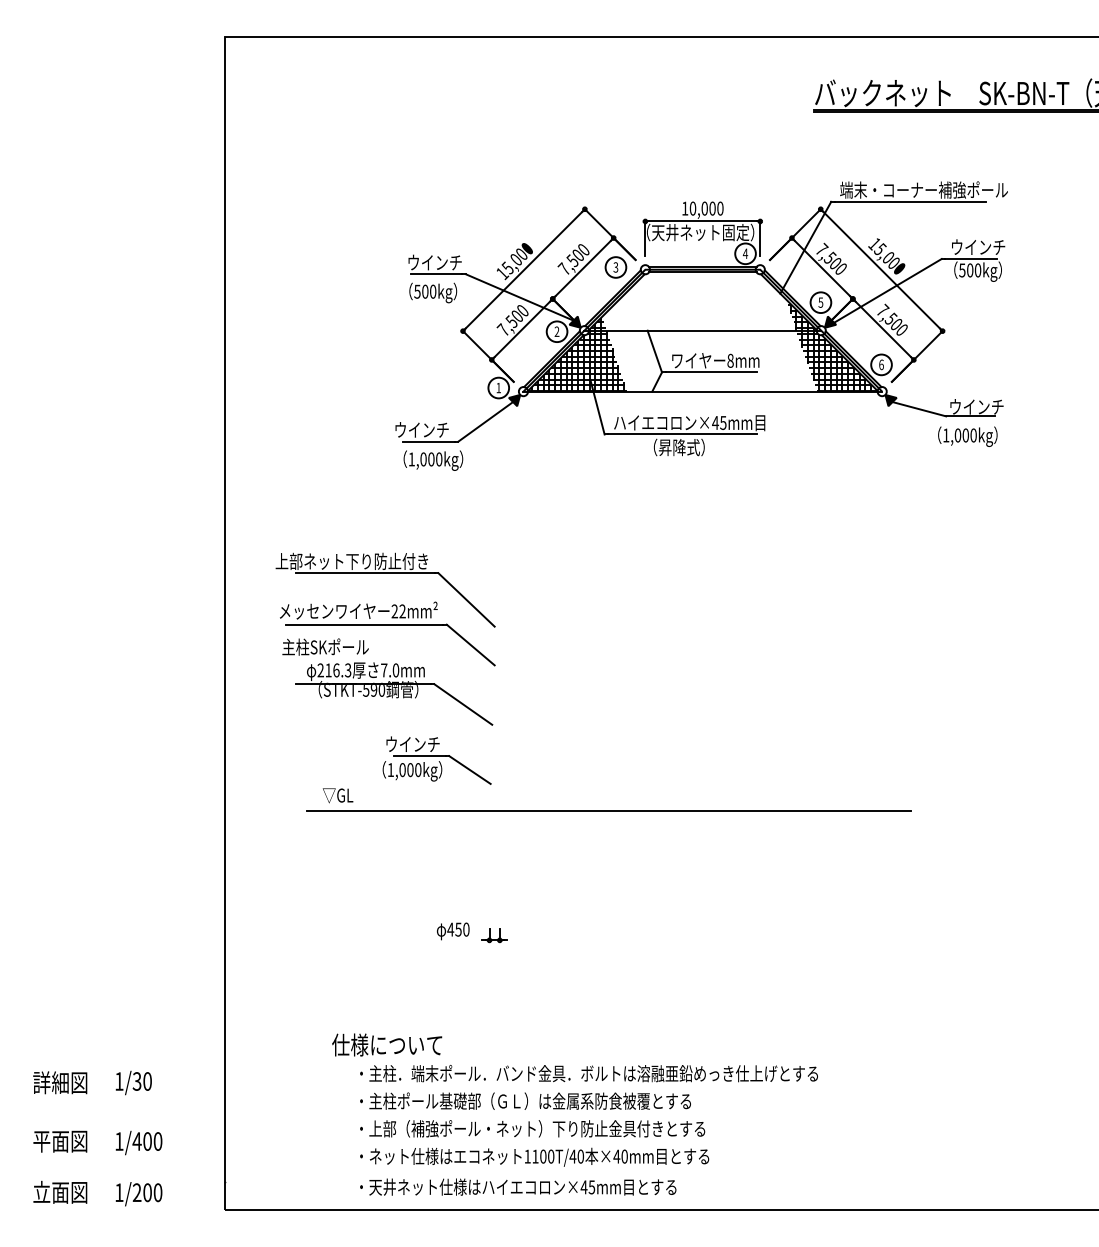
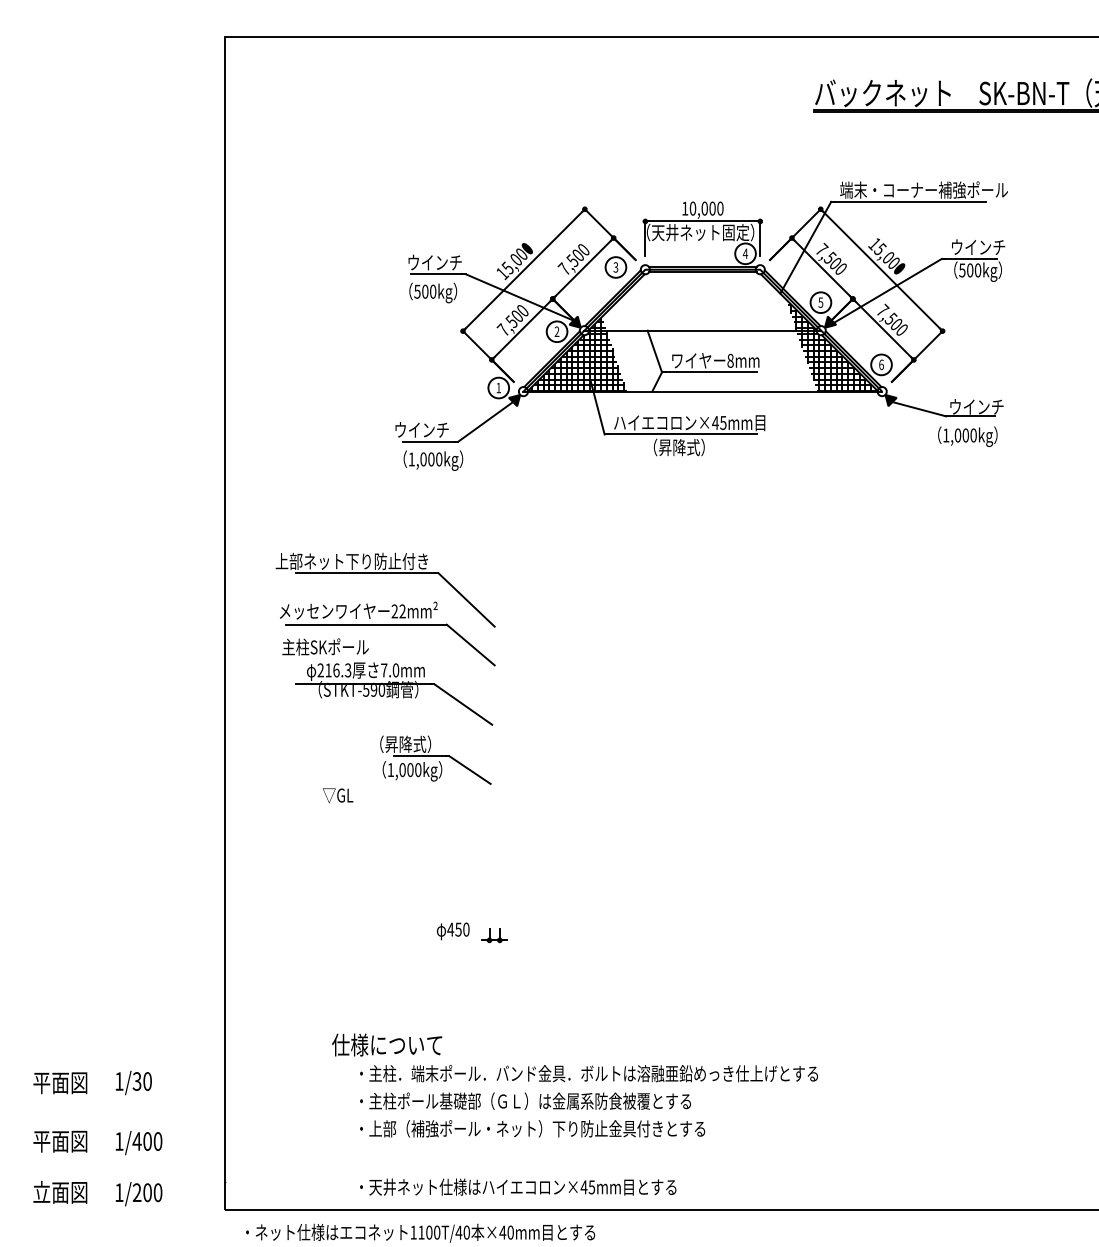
text at (409, 743): ウインチ -> （昇降式）
line at (608, 810): present -> none
text at (50, 1082): 詳細図 -> 平面図
text at (534, 1156) position: (534, 1156) -> (420, 1232)
